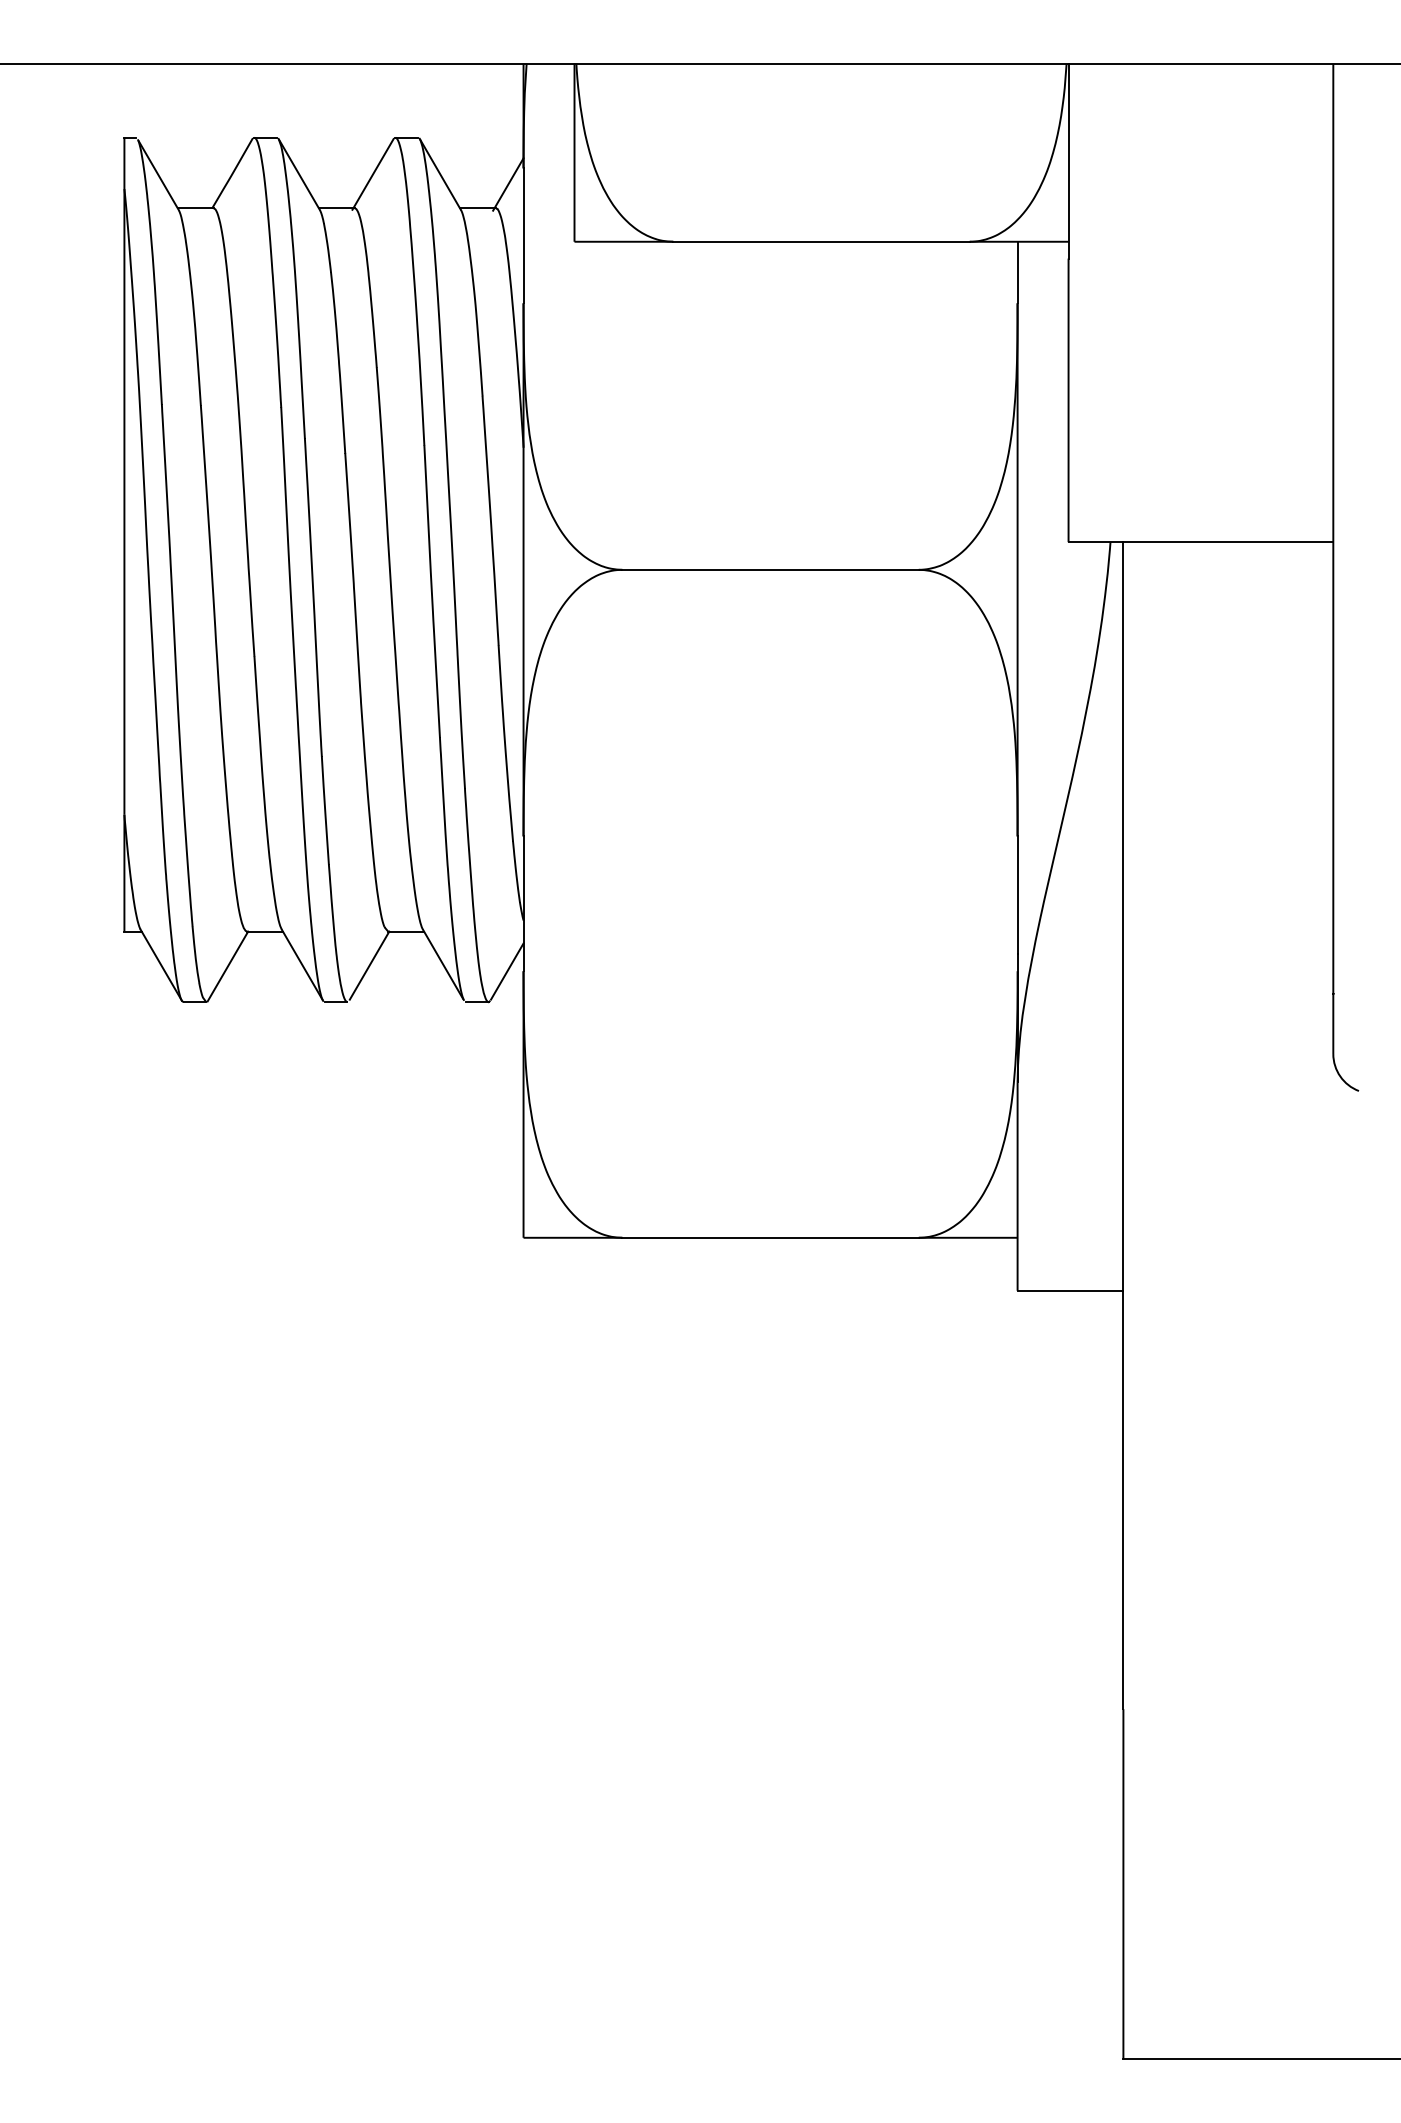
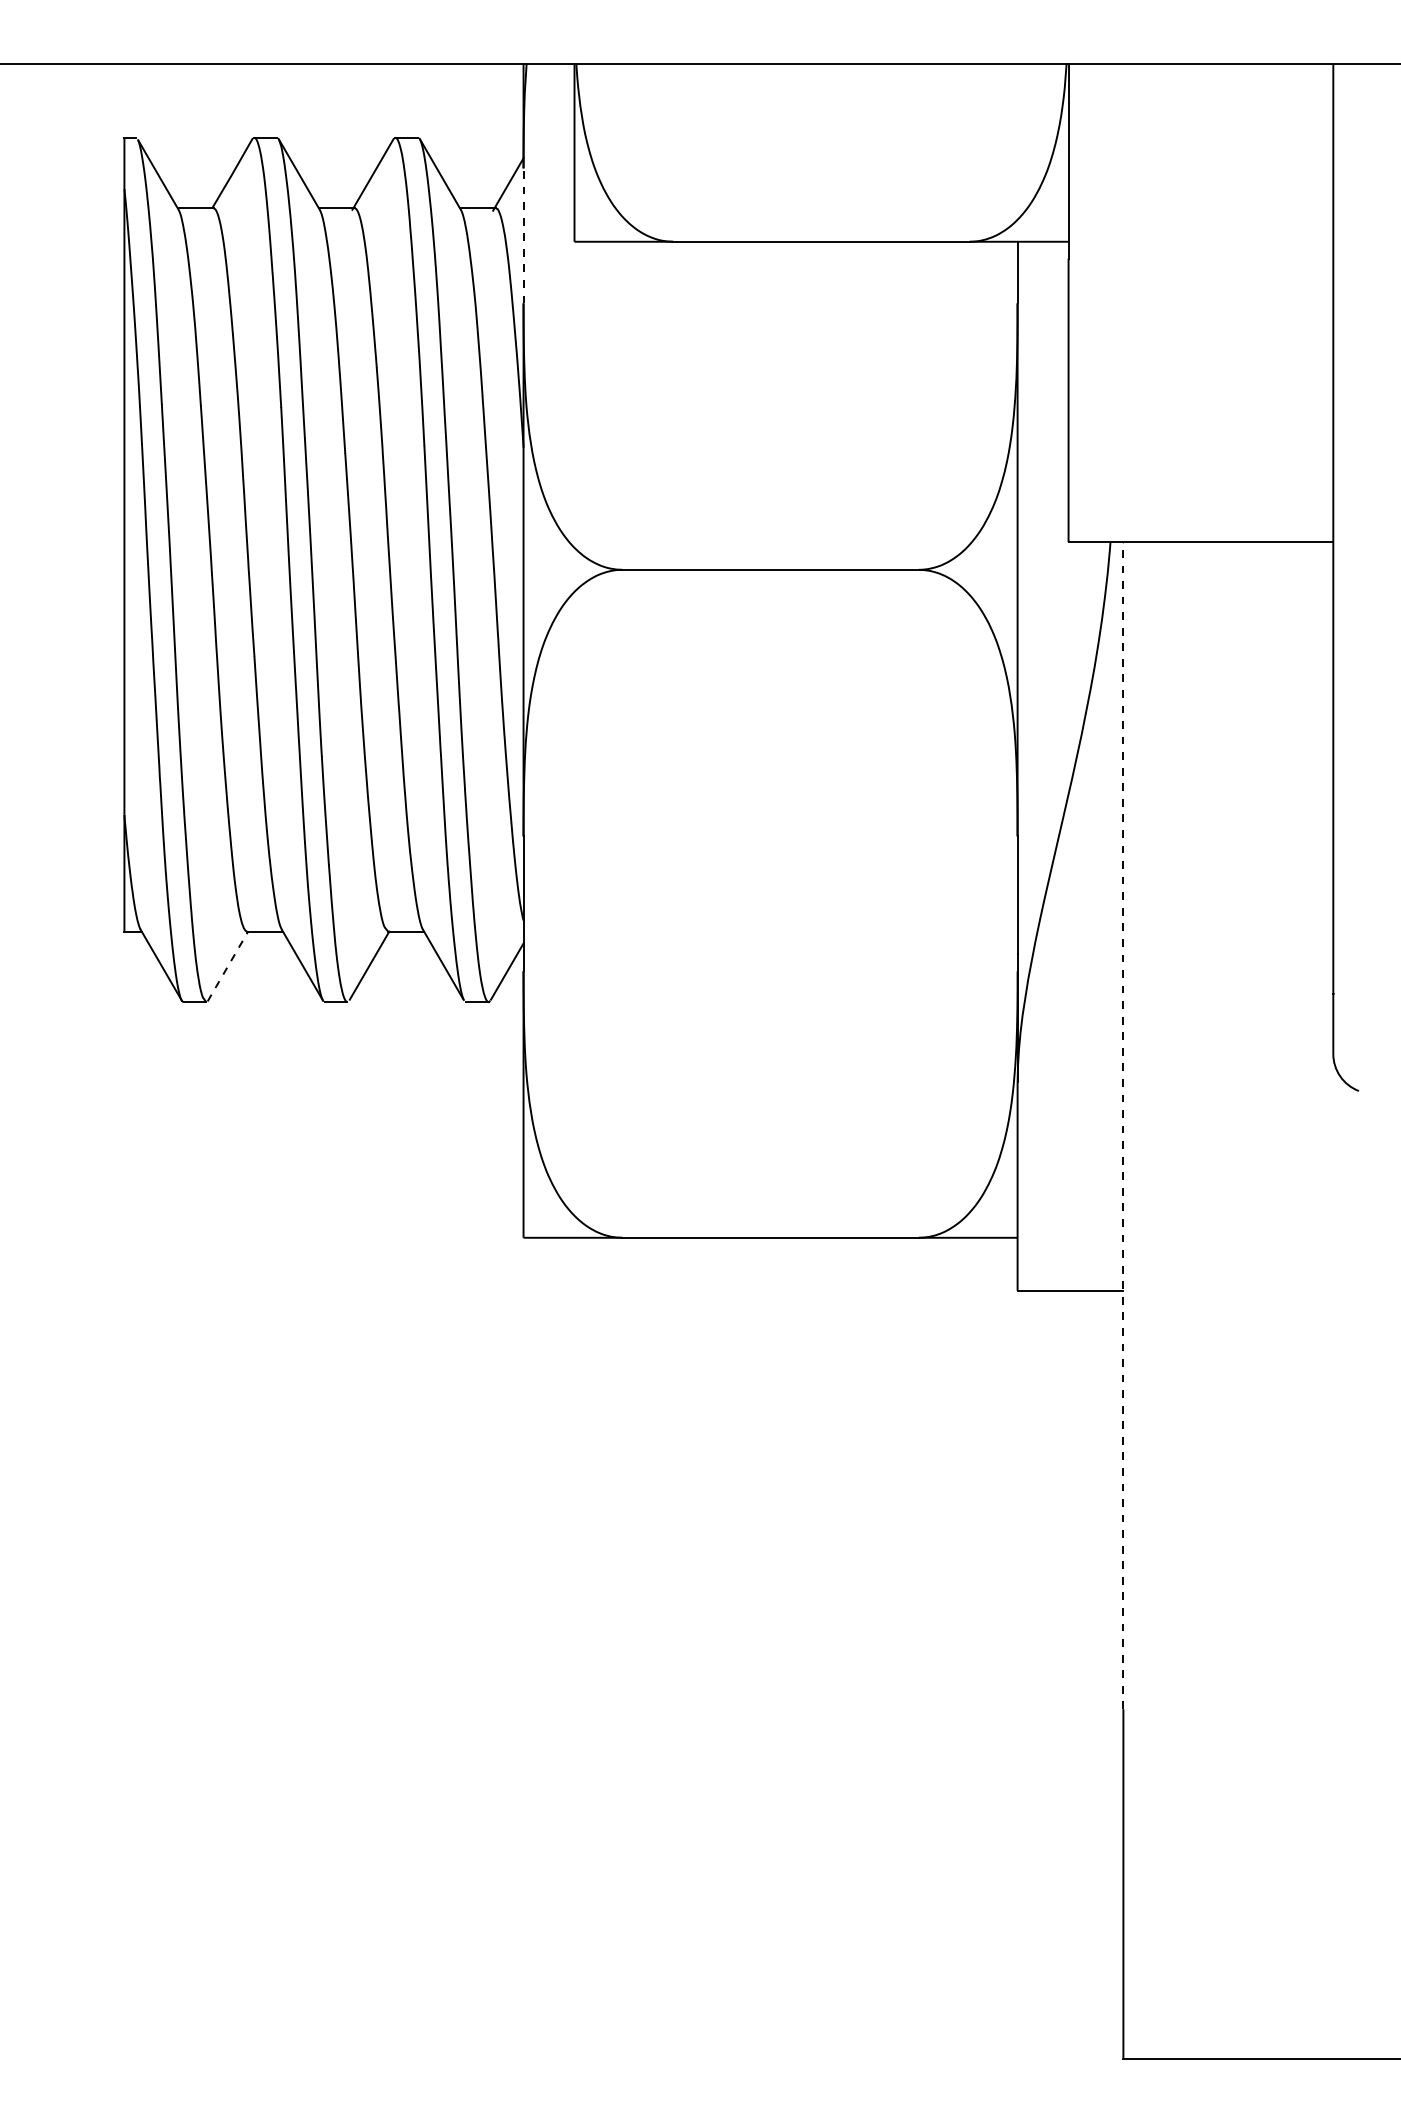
line at (523, 235): solid -> dashed
line at (228, 966): solid -> dashed
line at (1123, 1125): solid -> dashed
